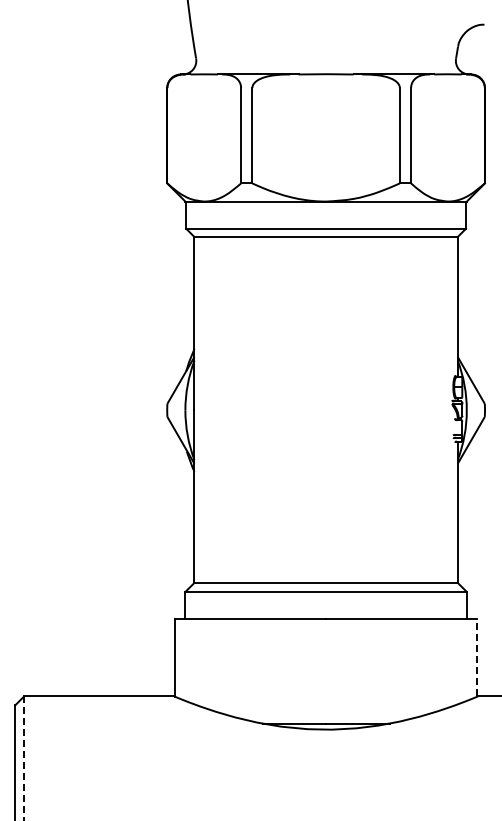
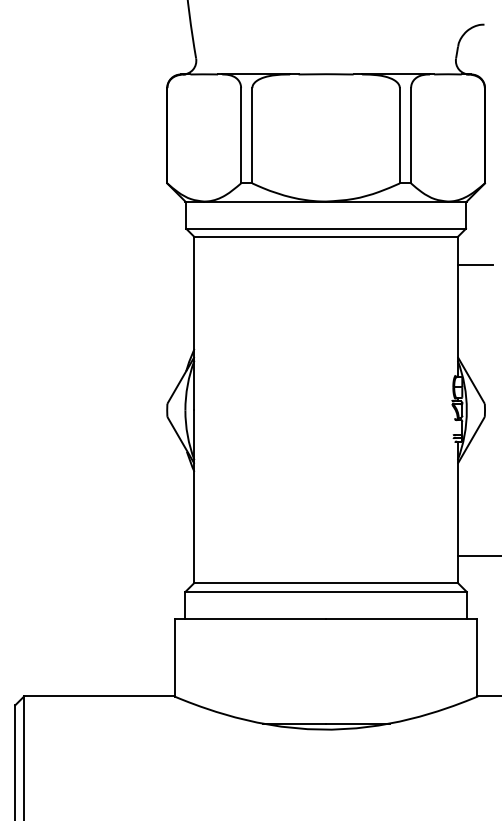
line at (475, 265): none -> present
line at (477, 555): none -> present
line at (477, 657): dashed -> solid
line at (24, 758): dashed -> solid
